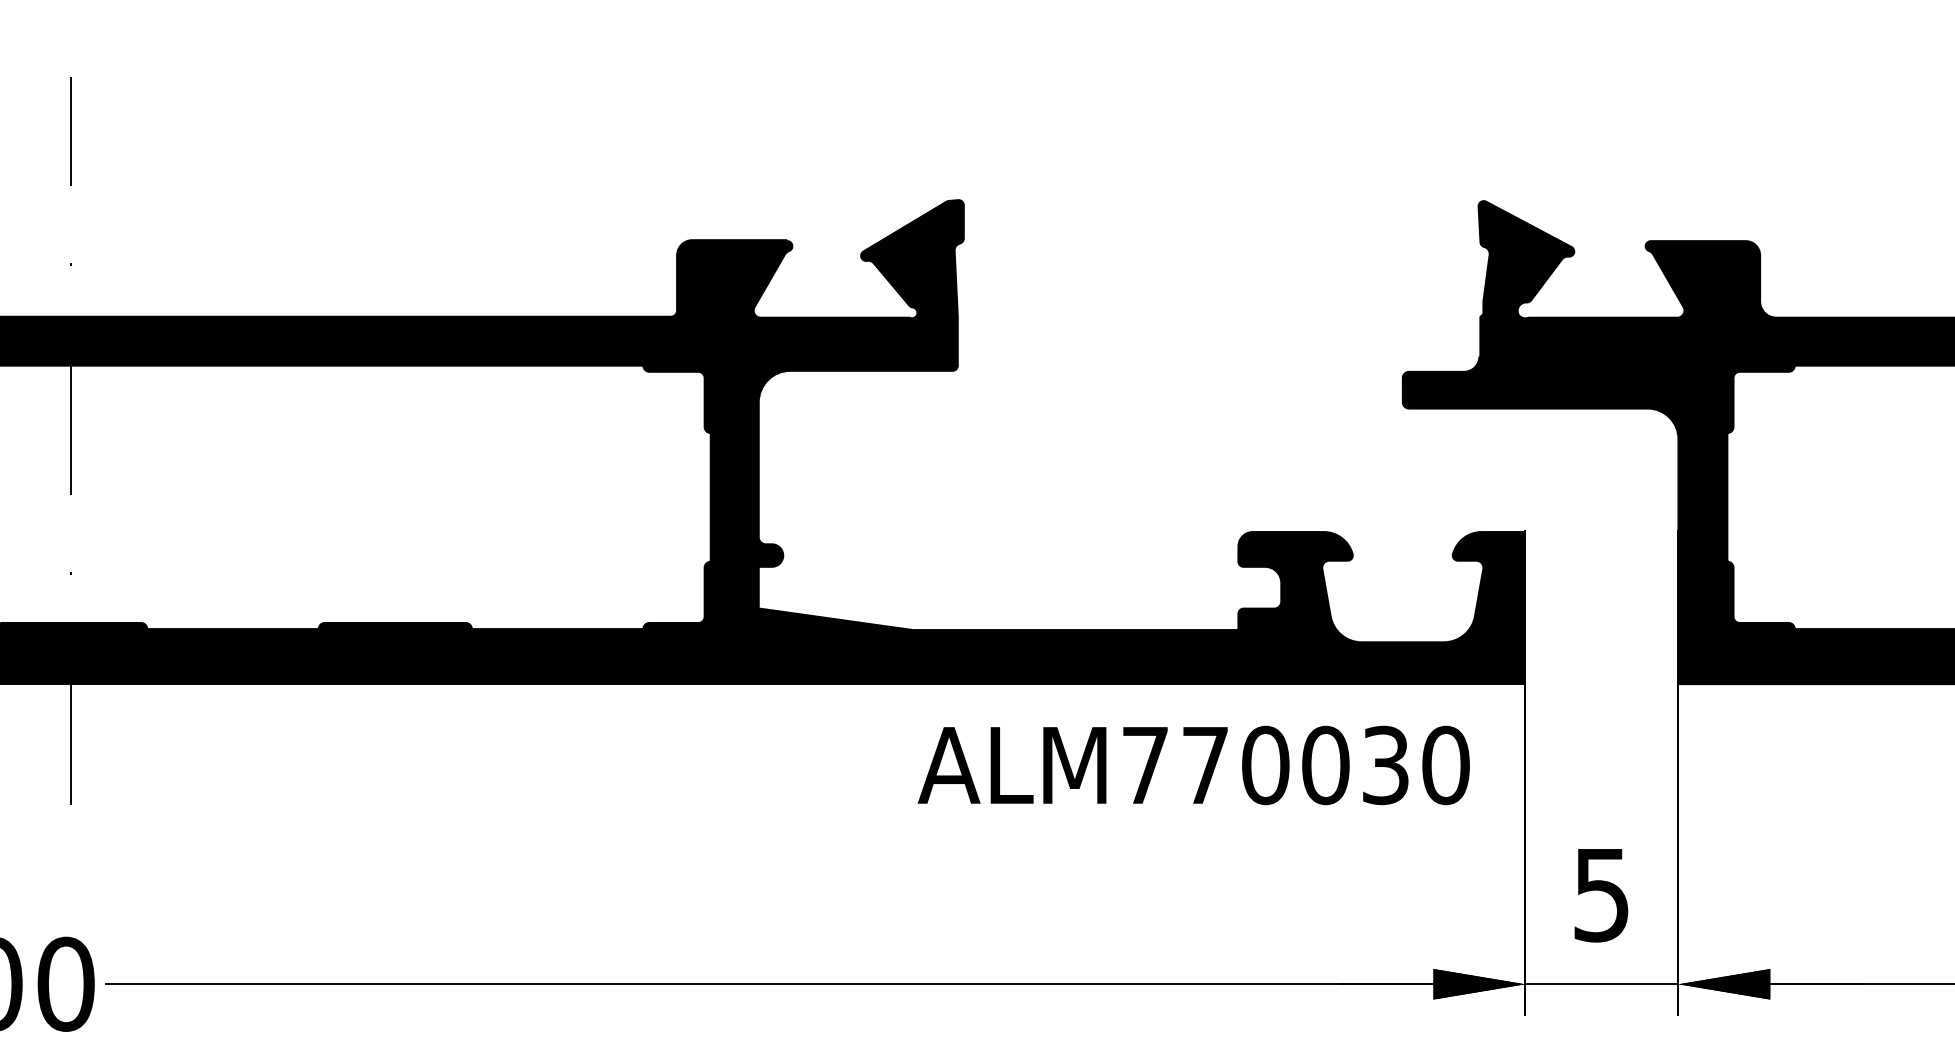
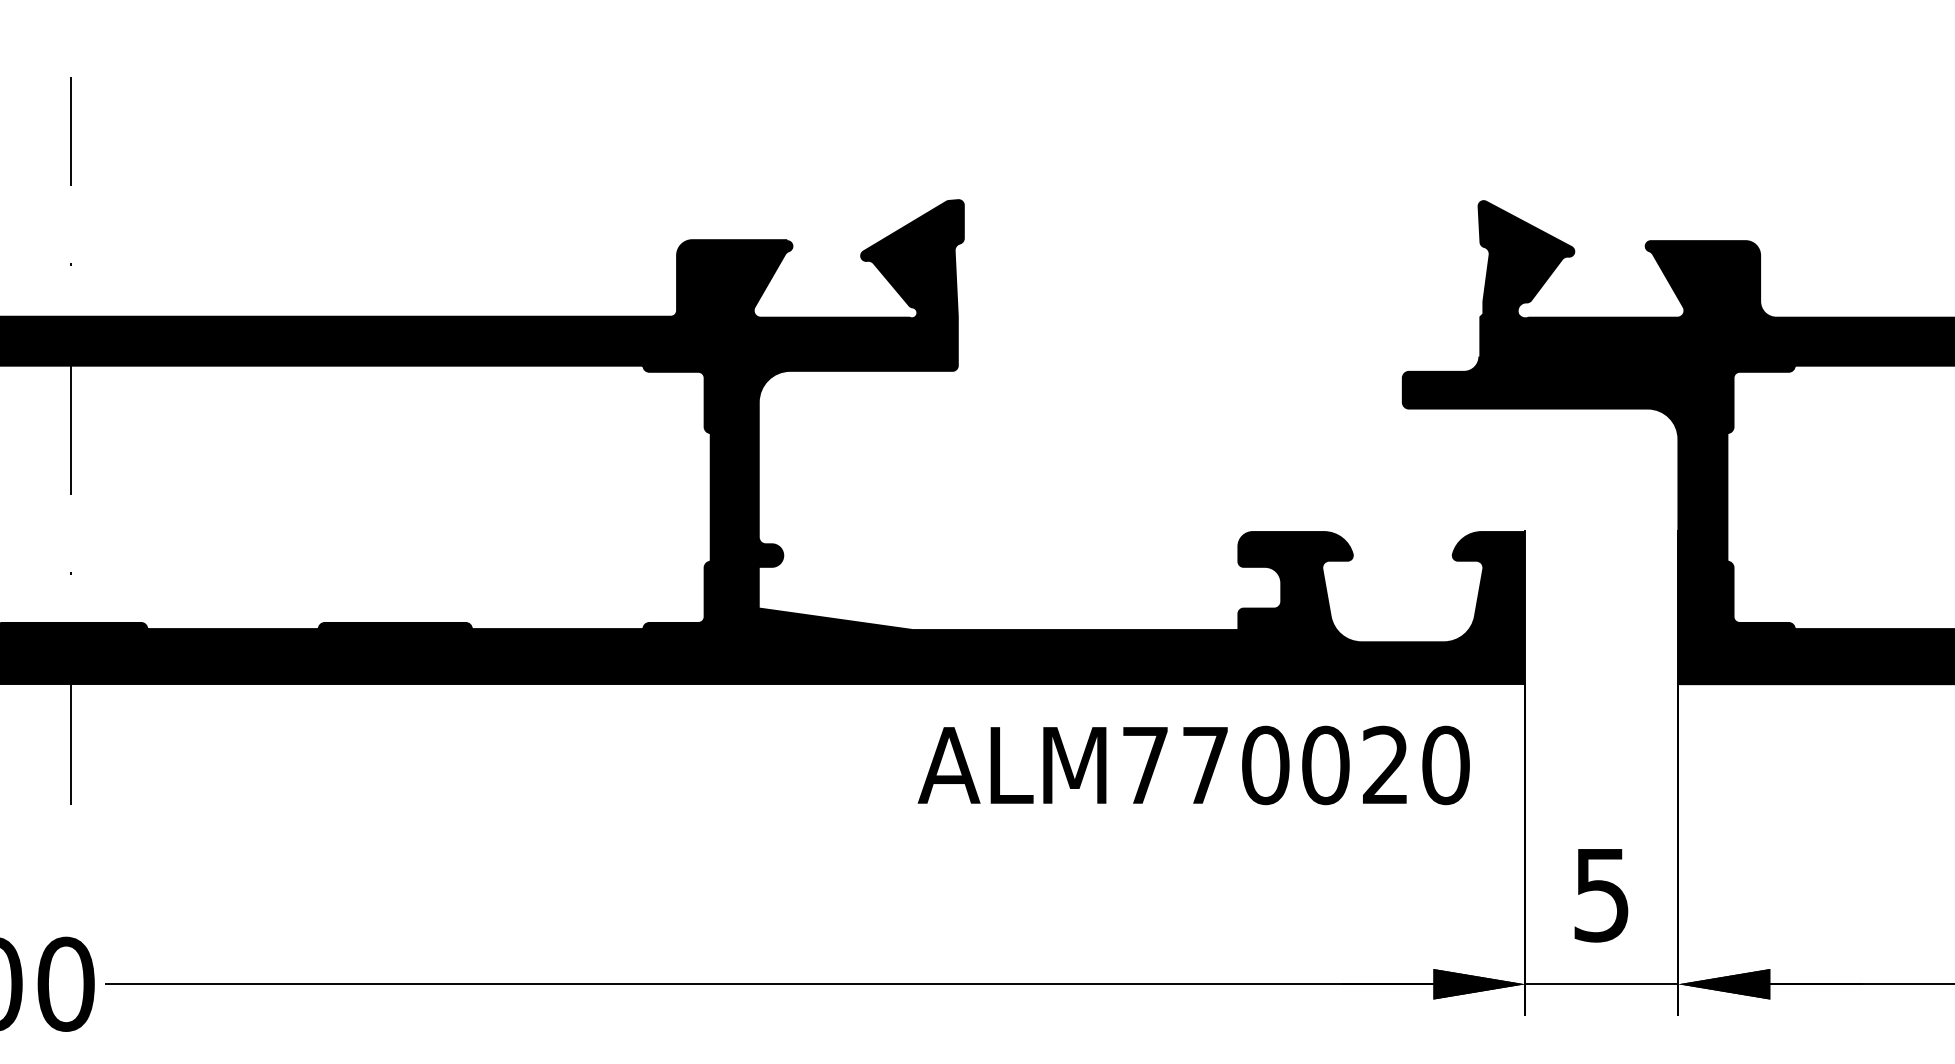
text at (1385, 765): ALM770030 -> ALM770020
